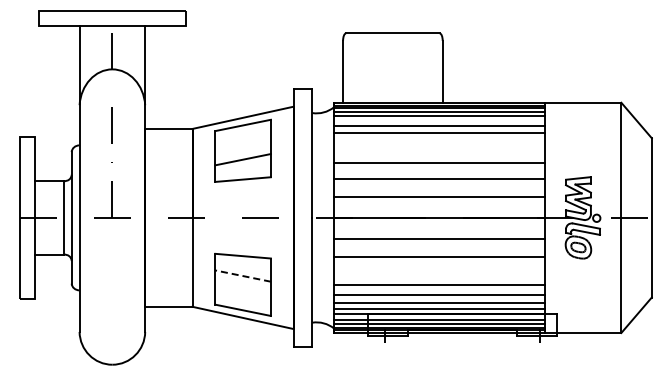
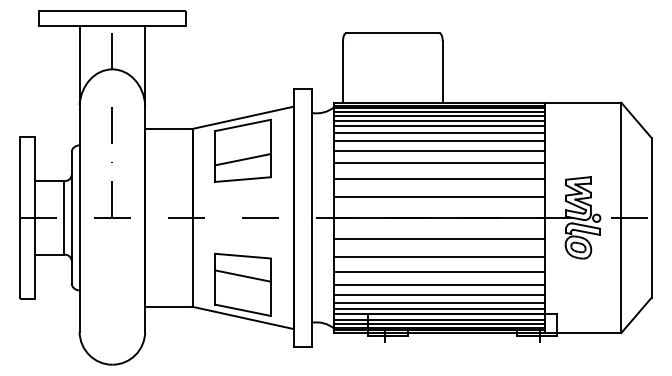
line at (439, 121): none -> present
line at (439, 140): none -> present
line at (439, 150): none -> present
line at (439, 272): none -> present
line at (242, 275): dashed -> solid
